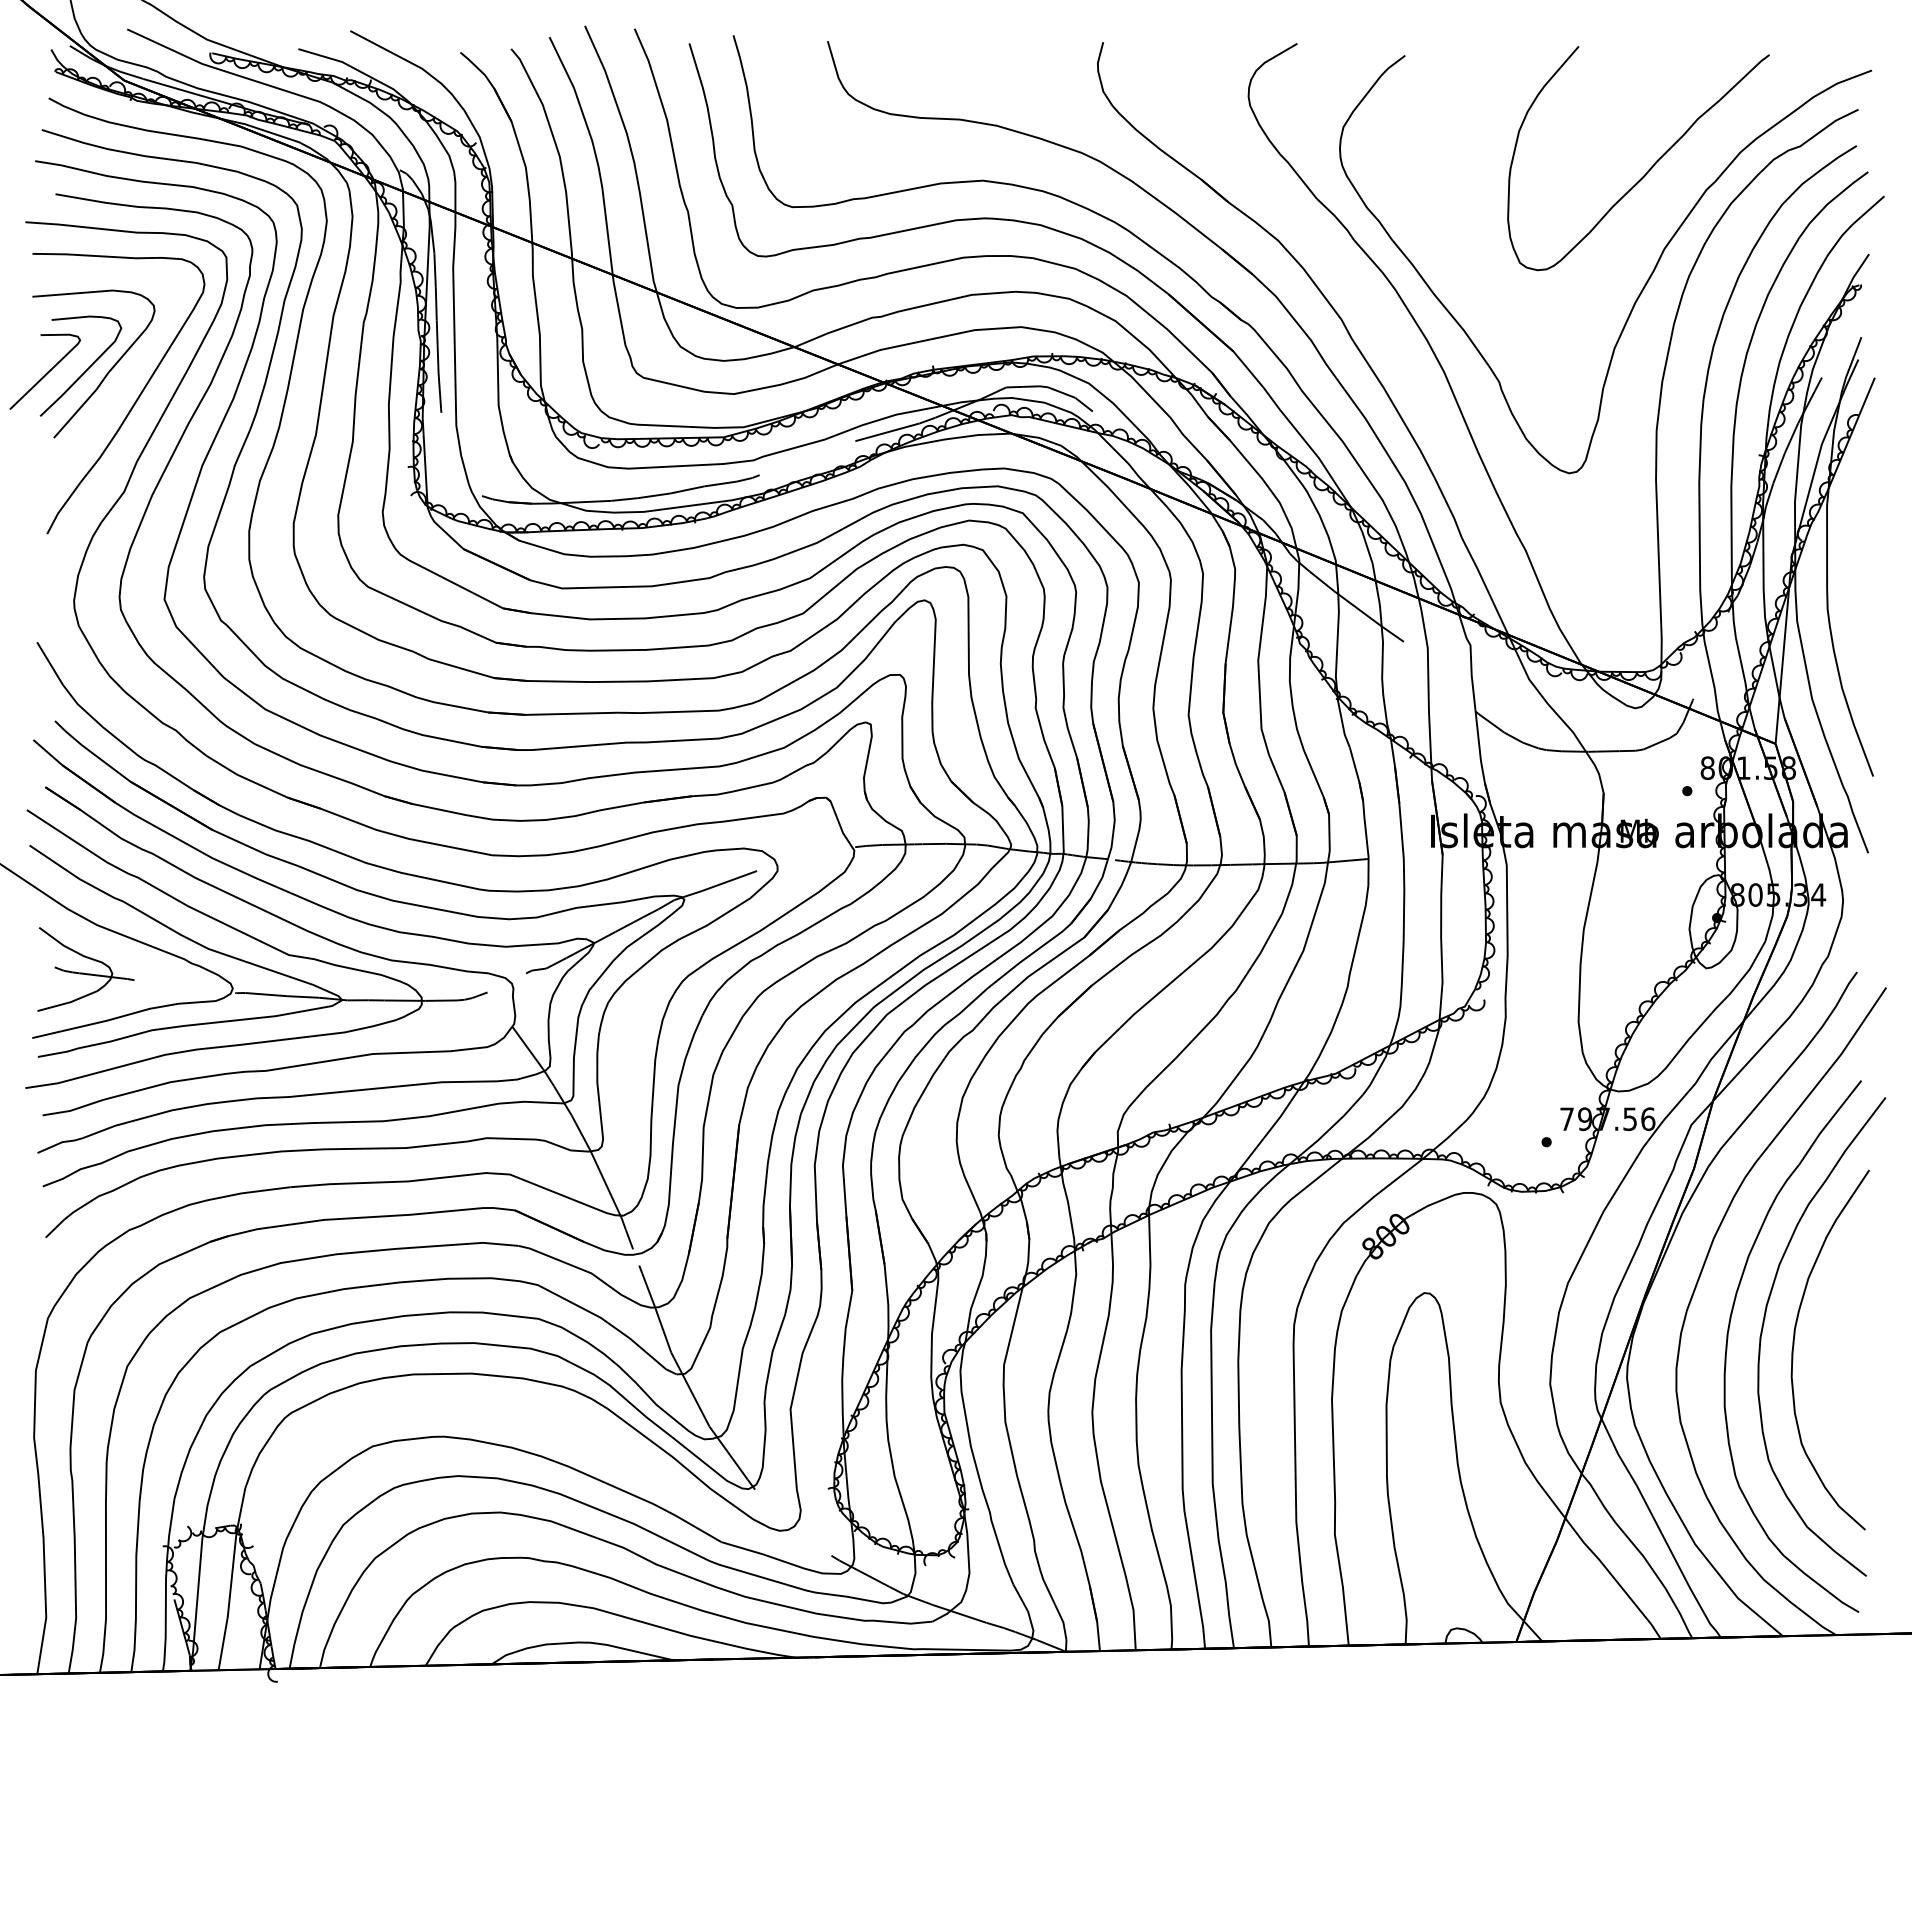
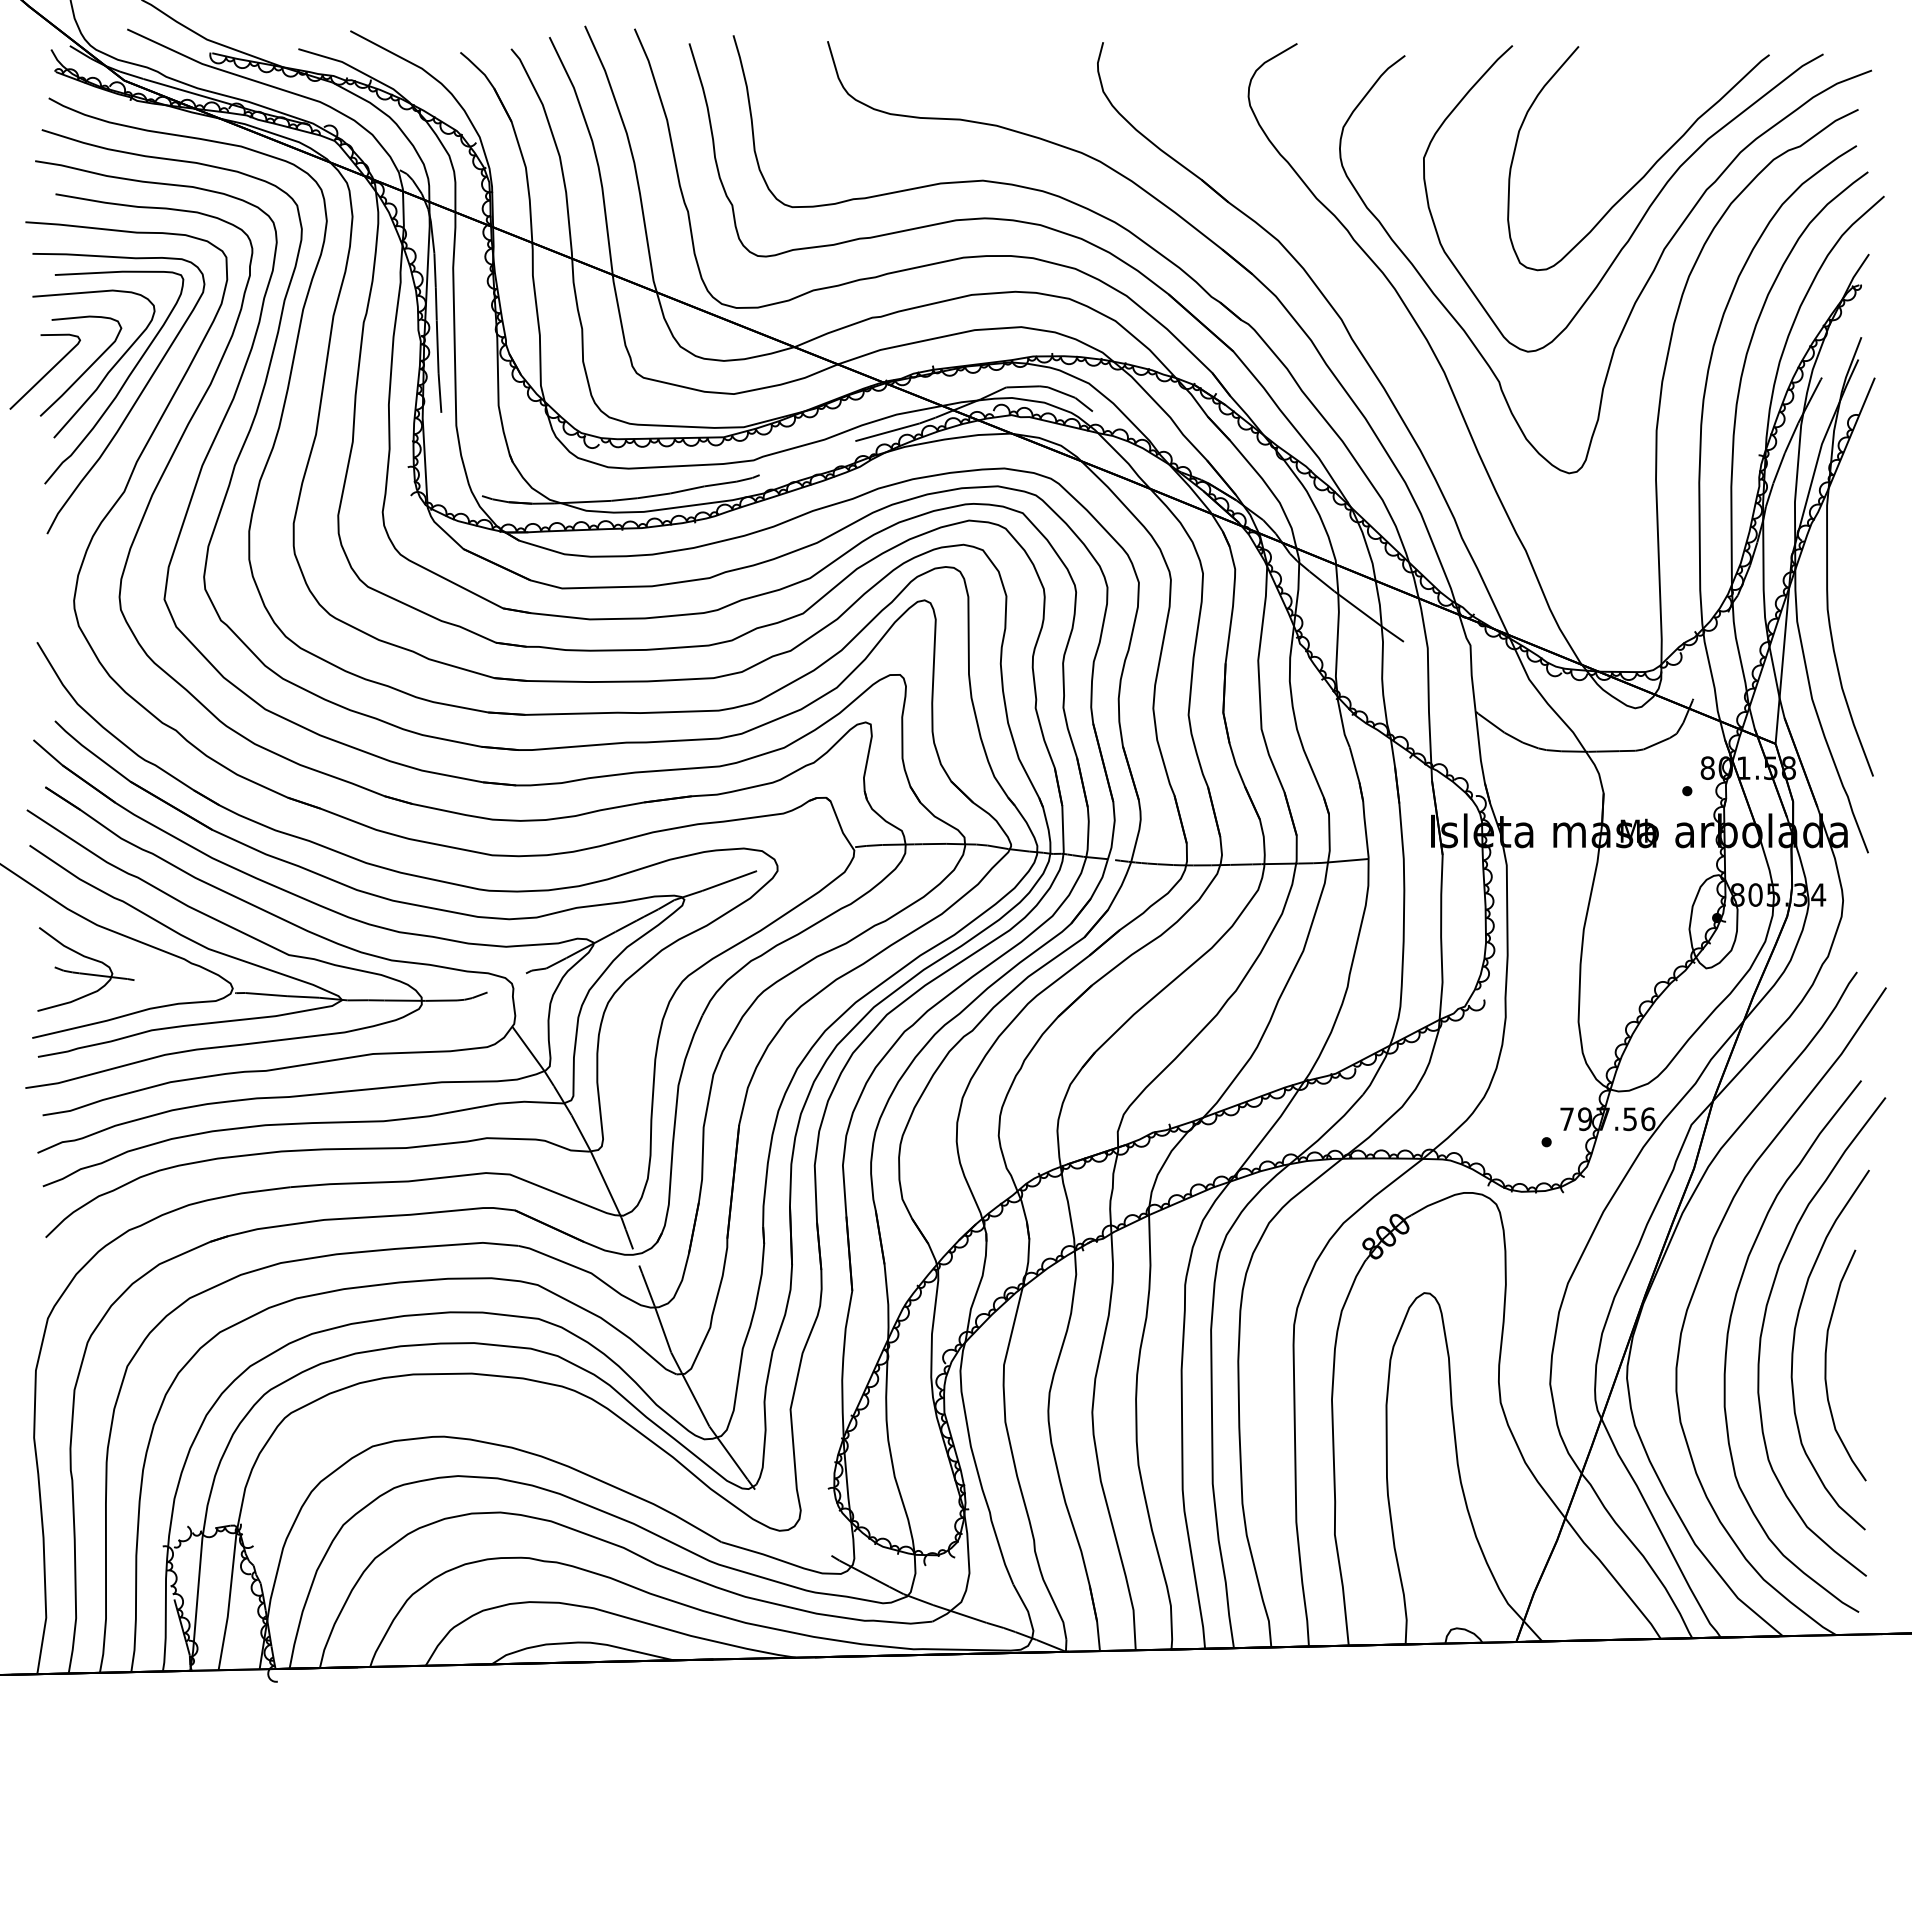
curve at (1645, 211): none -> present
curve at (122, 384): none -> present
curve at (1826, 1365): none -> present
